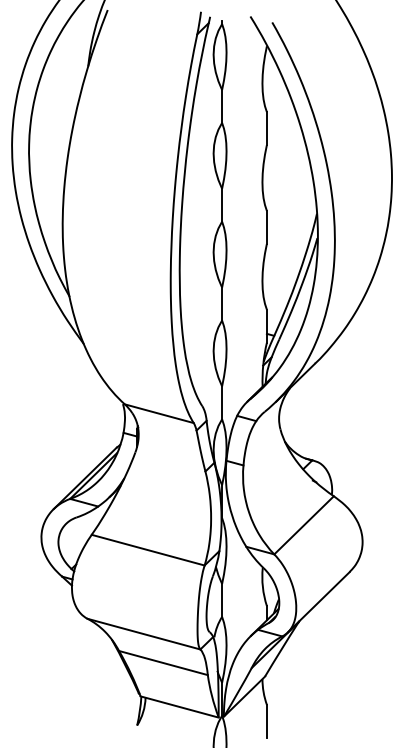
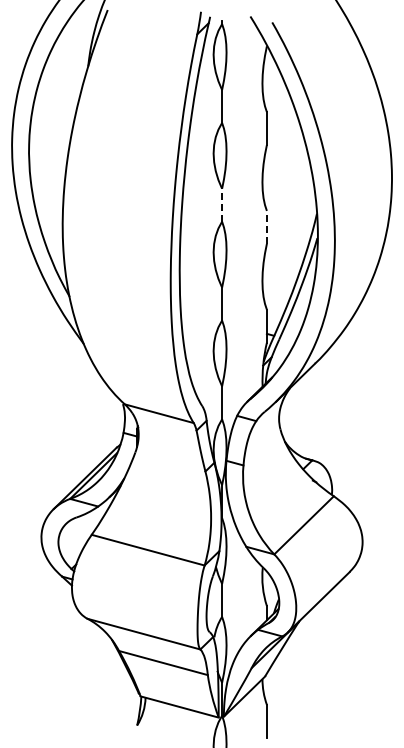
line at (222, 204): solid -> dashed
line at (266, 226): solid -> dashed
